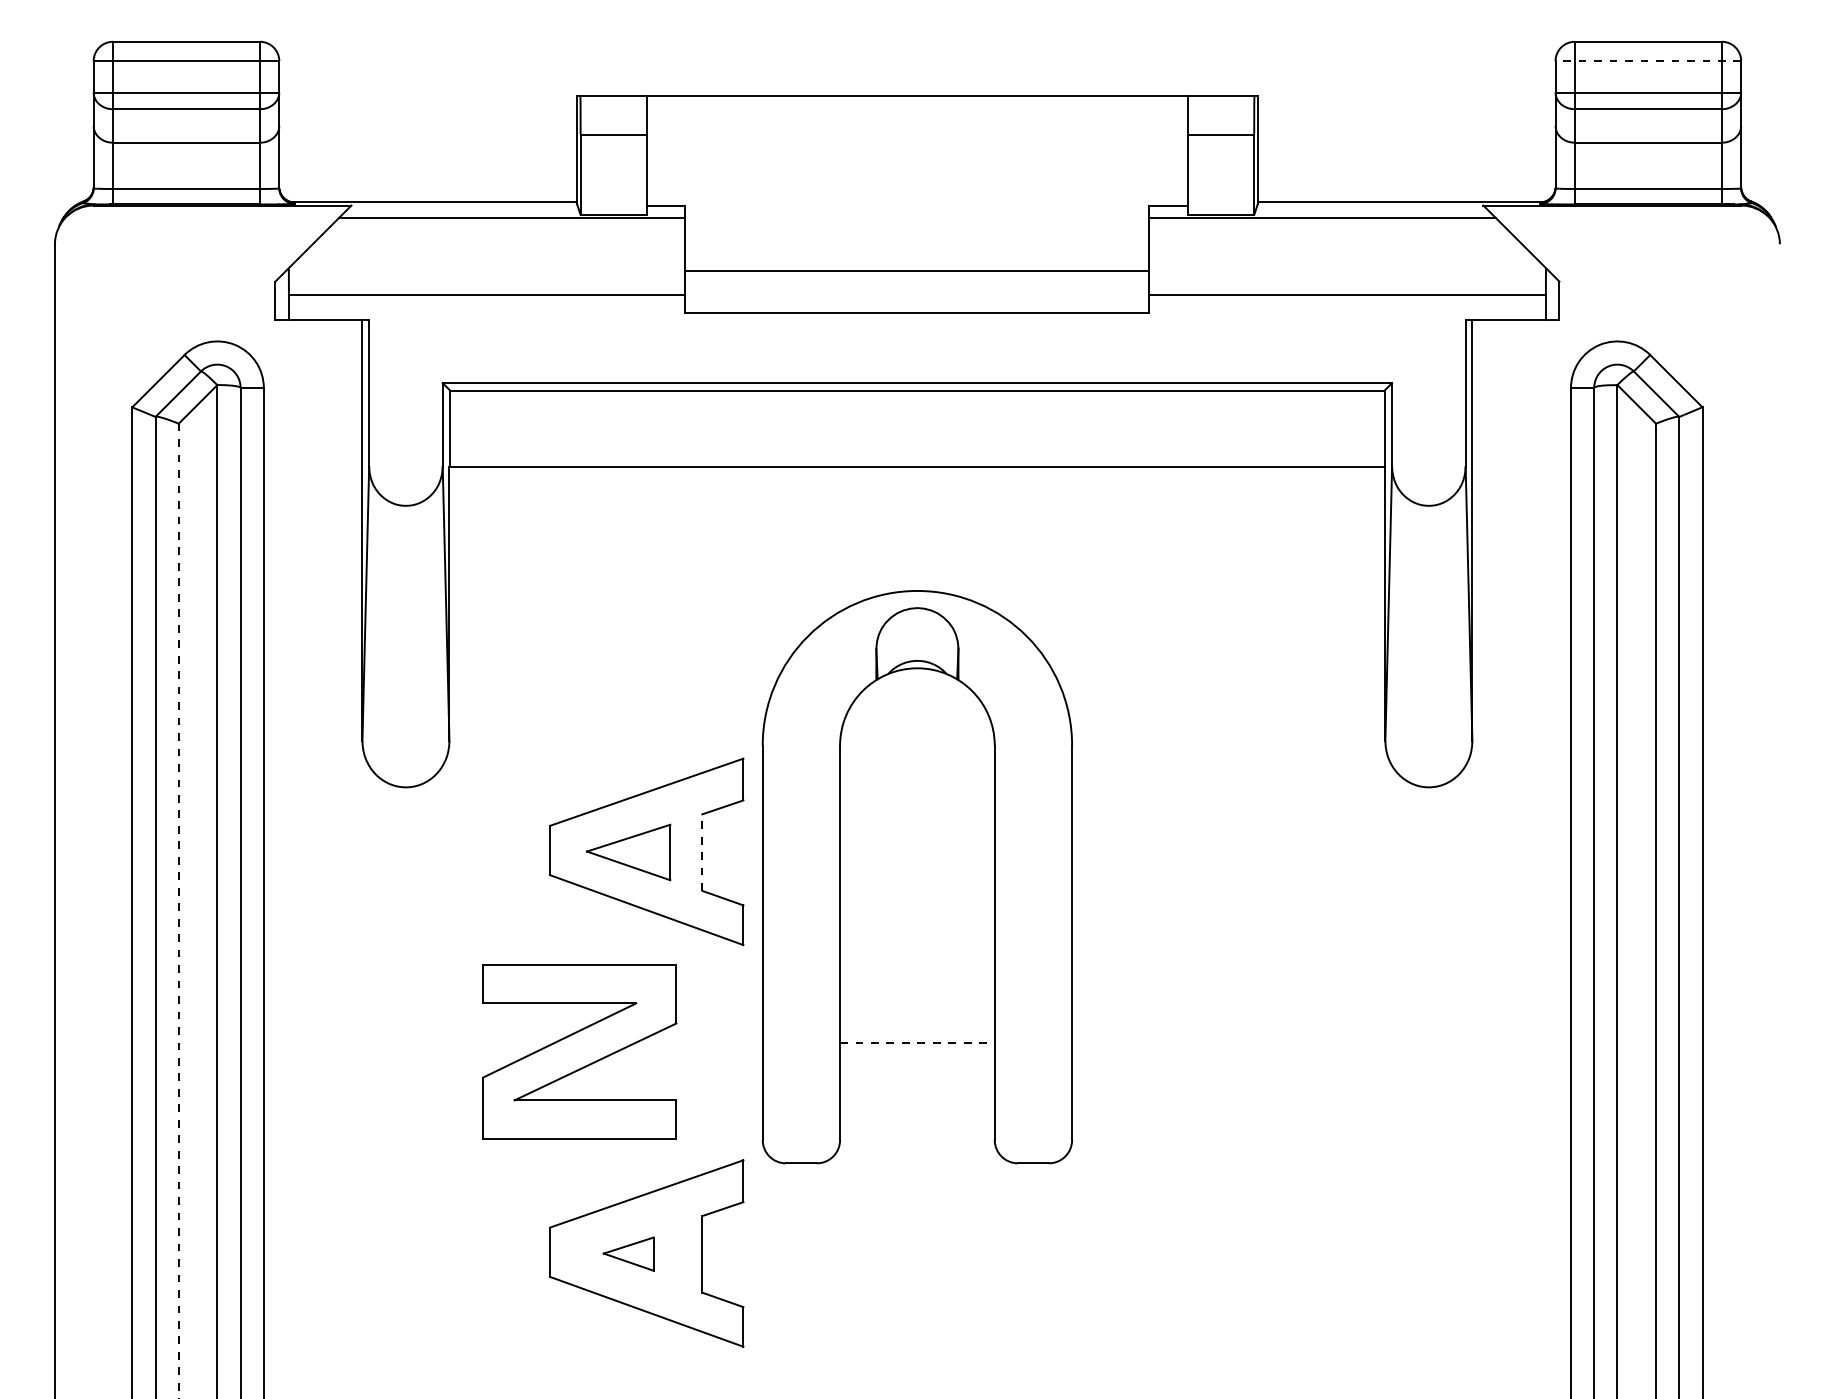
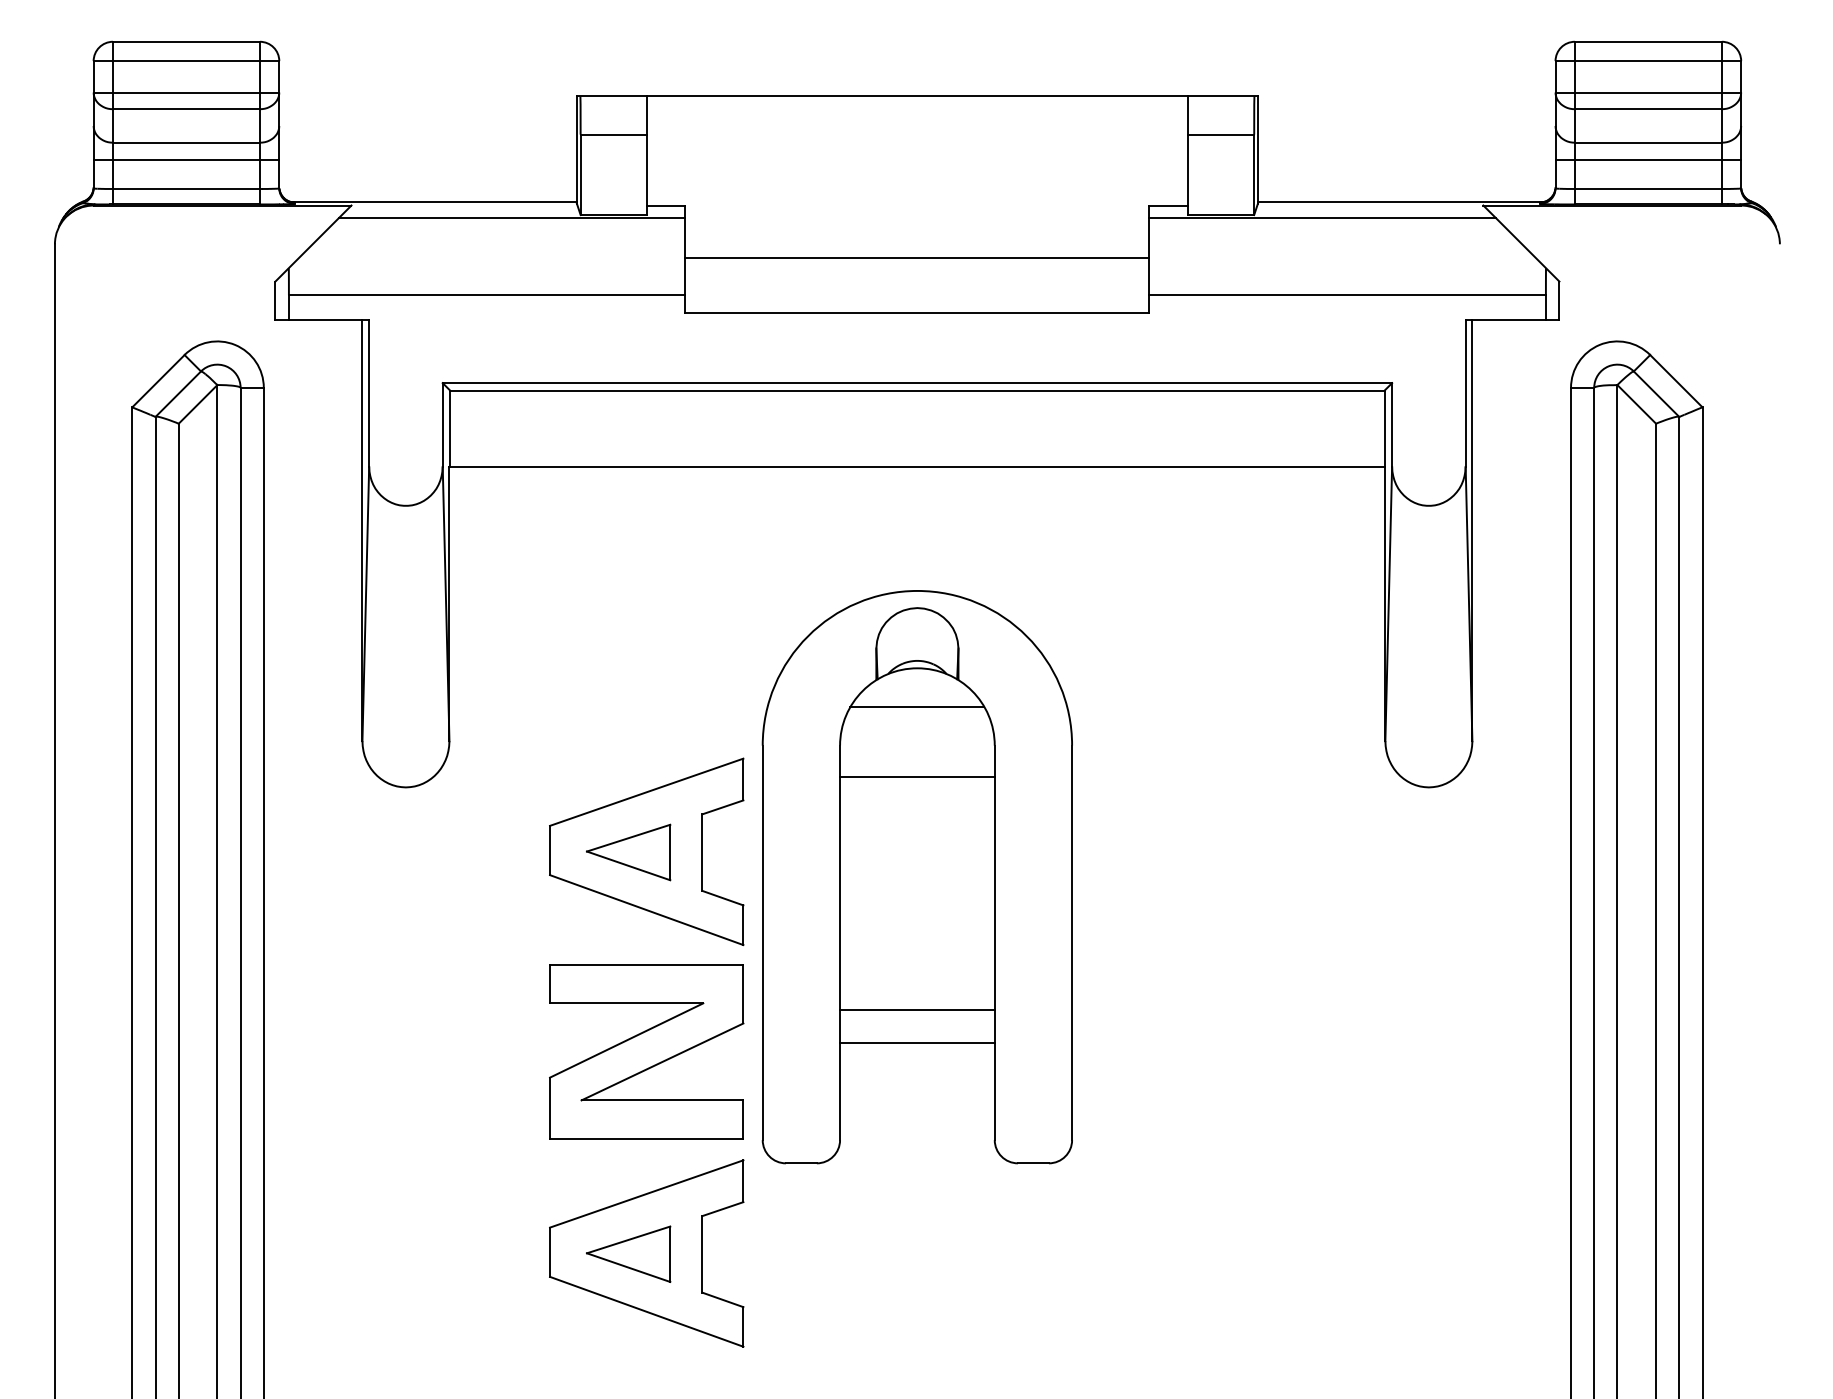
line at (1648, 61): dashed -> solid
line at (186, 159): none -> present
line at (1648, 159): none -> present
line at (917, 271) position: (917, 271) -> (917, 258)
line at (917, 706): none -> present
line at (917, 776): none -> present
line at (702, 852): dashed -> solid
line at (178, 911): dashed -> solid
line at (917, 1009): none -> present
line at (917, 1042): dashed -> solid
part at (579, 1051) position: (579, 1051) -> (646, 1051)
part at (628, 1253) size: 53x36 px -> 86x58 px
